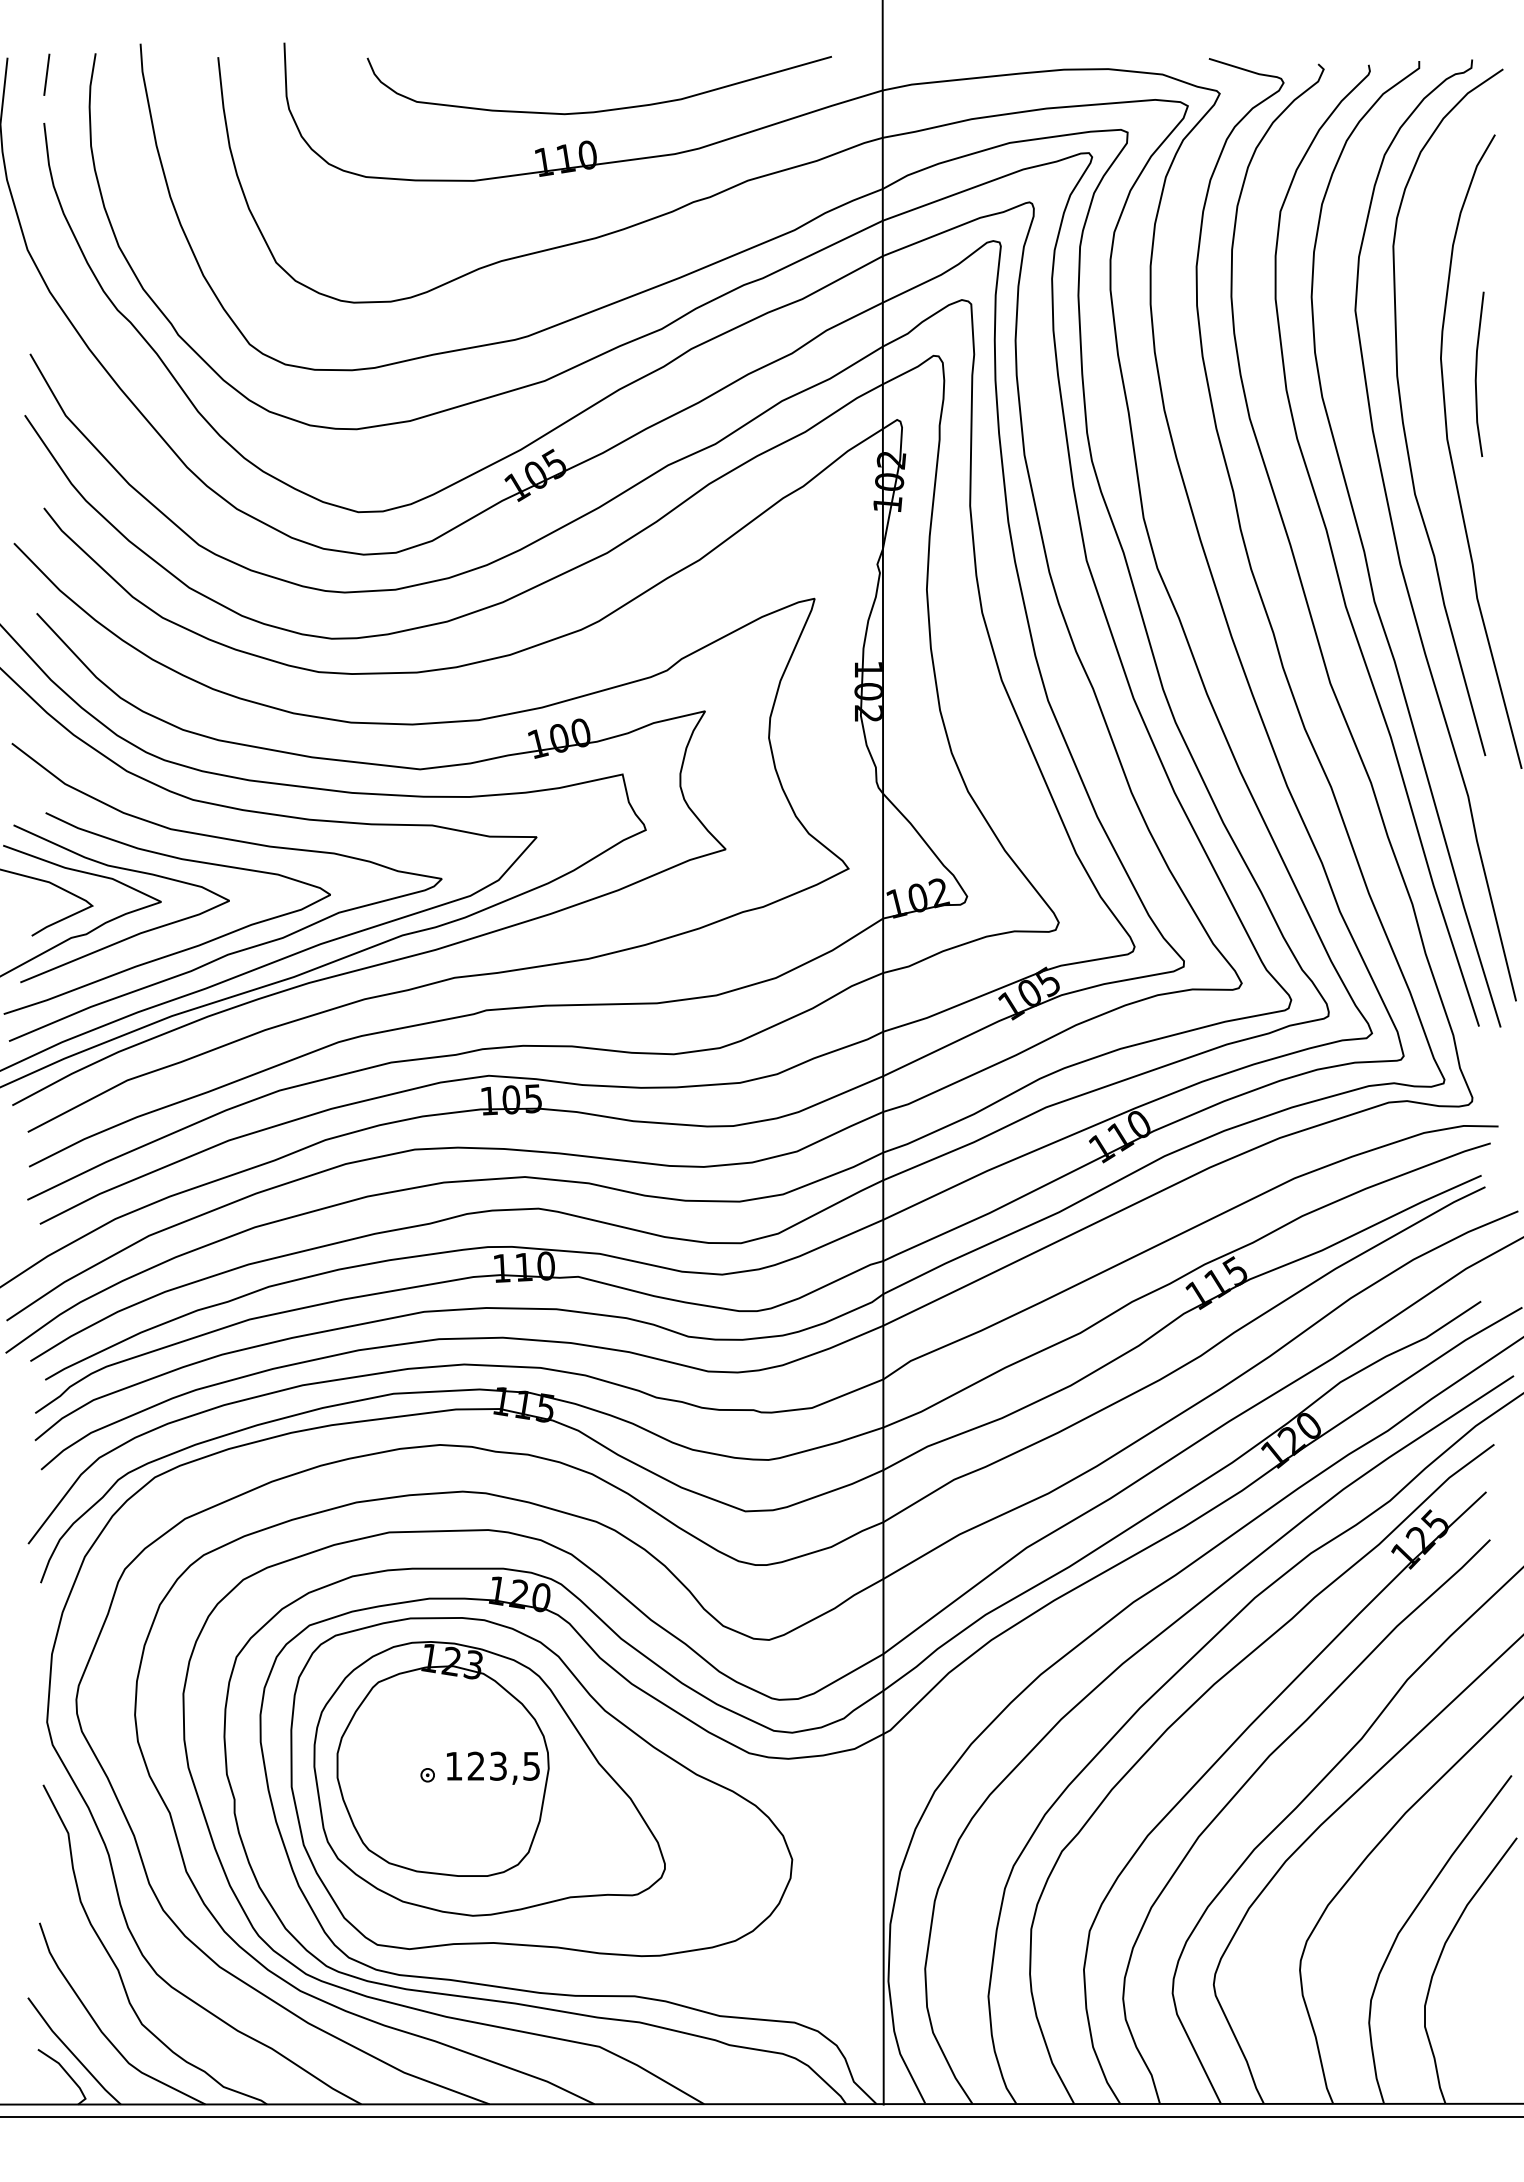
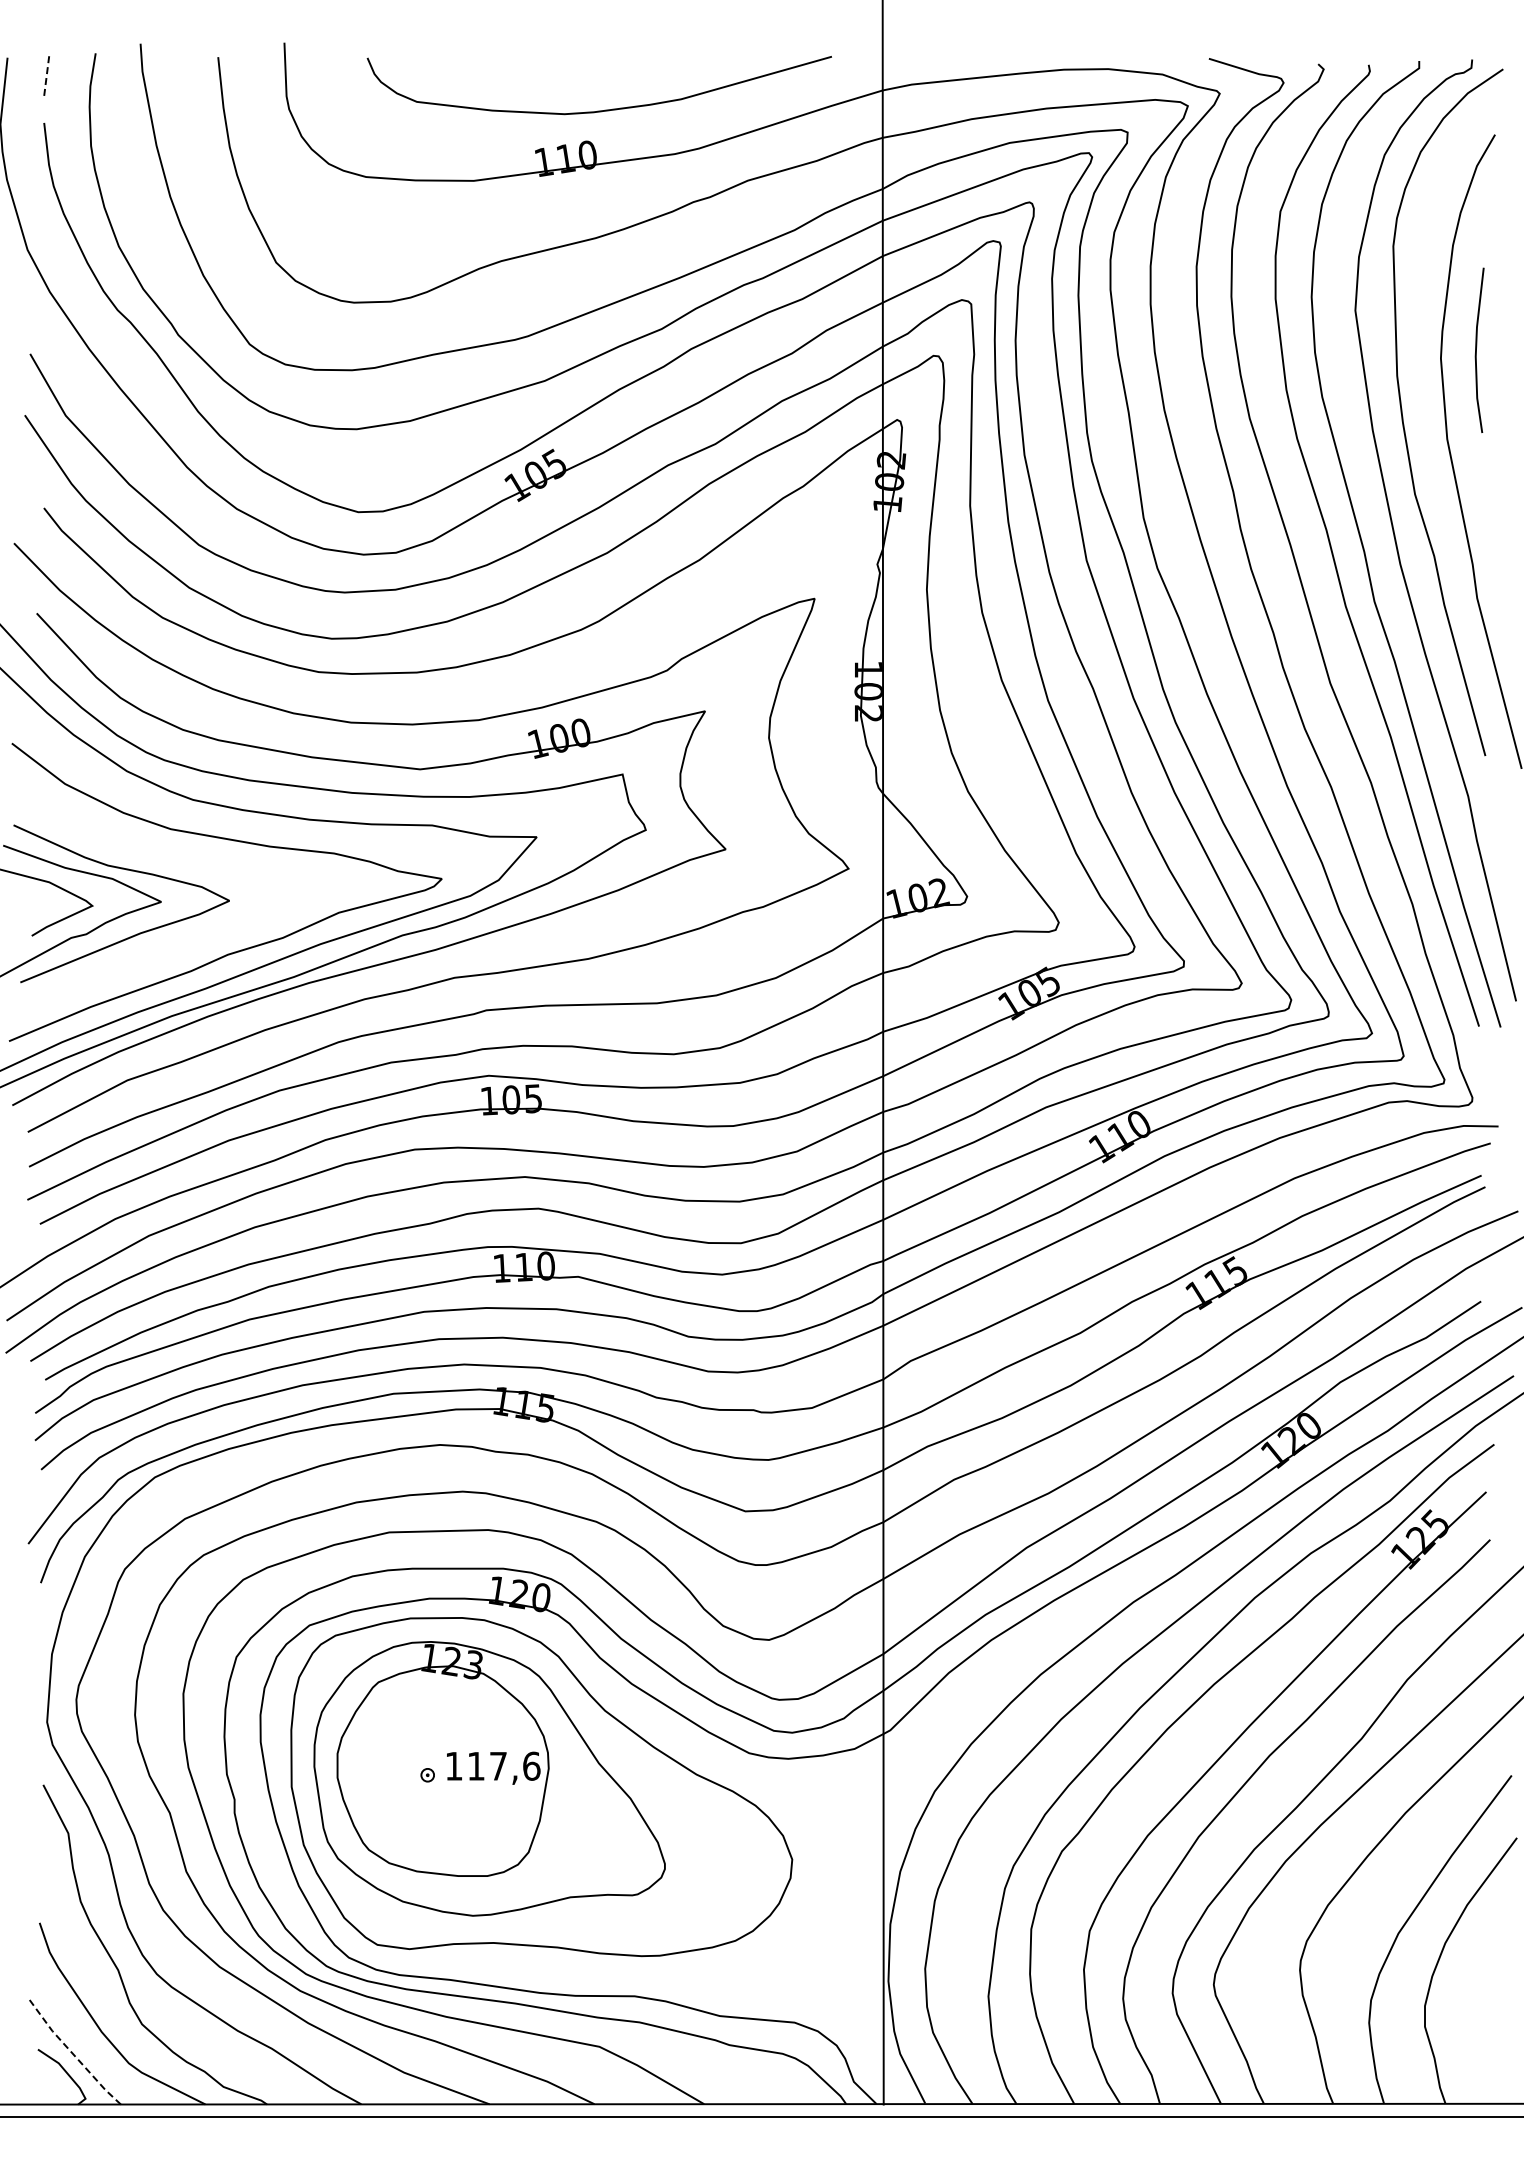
line at (46, 74): solid -> dashed
line at (1476, 373) position: (1476, 373) -> (1476, 349)
curve at (180, 950): present -> none
text at (503, 1765): 123,5 -> 117,6
line at (72, 2053): solid -> dashed
